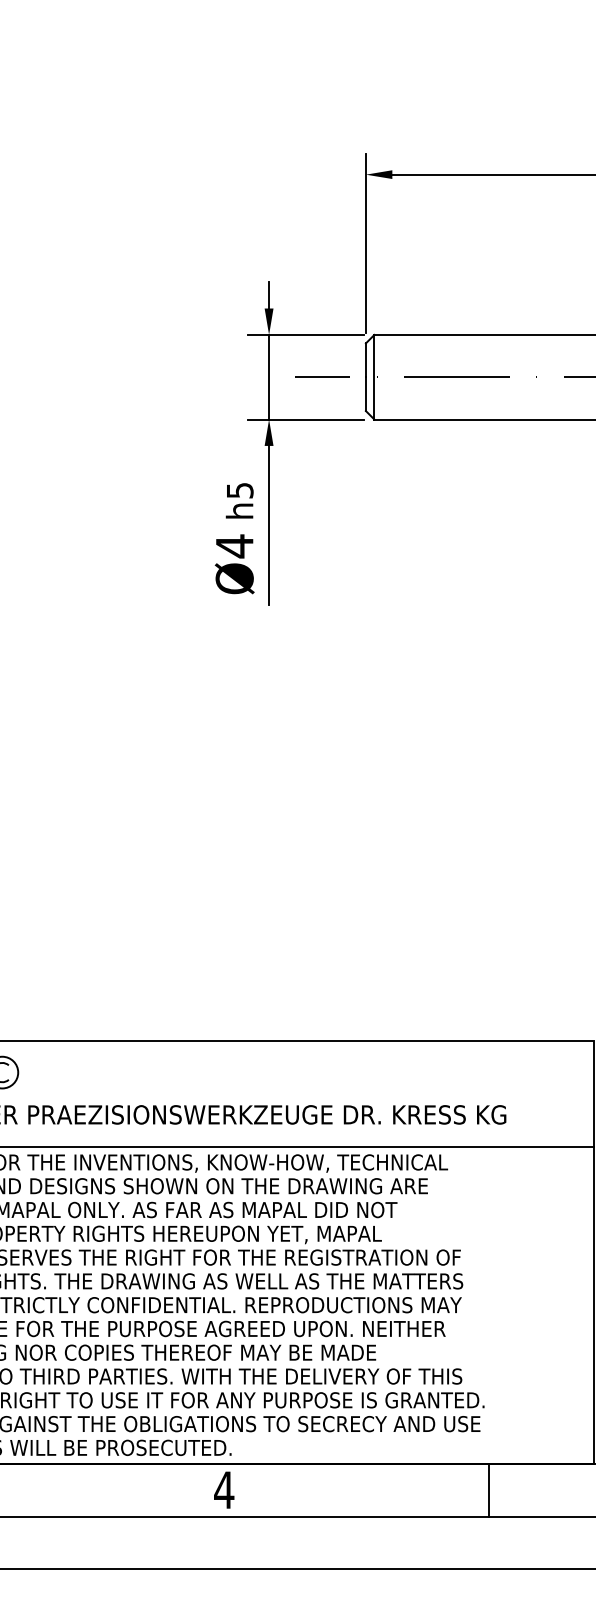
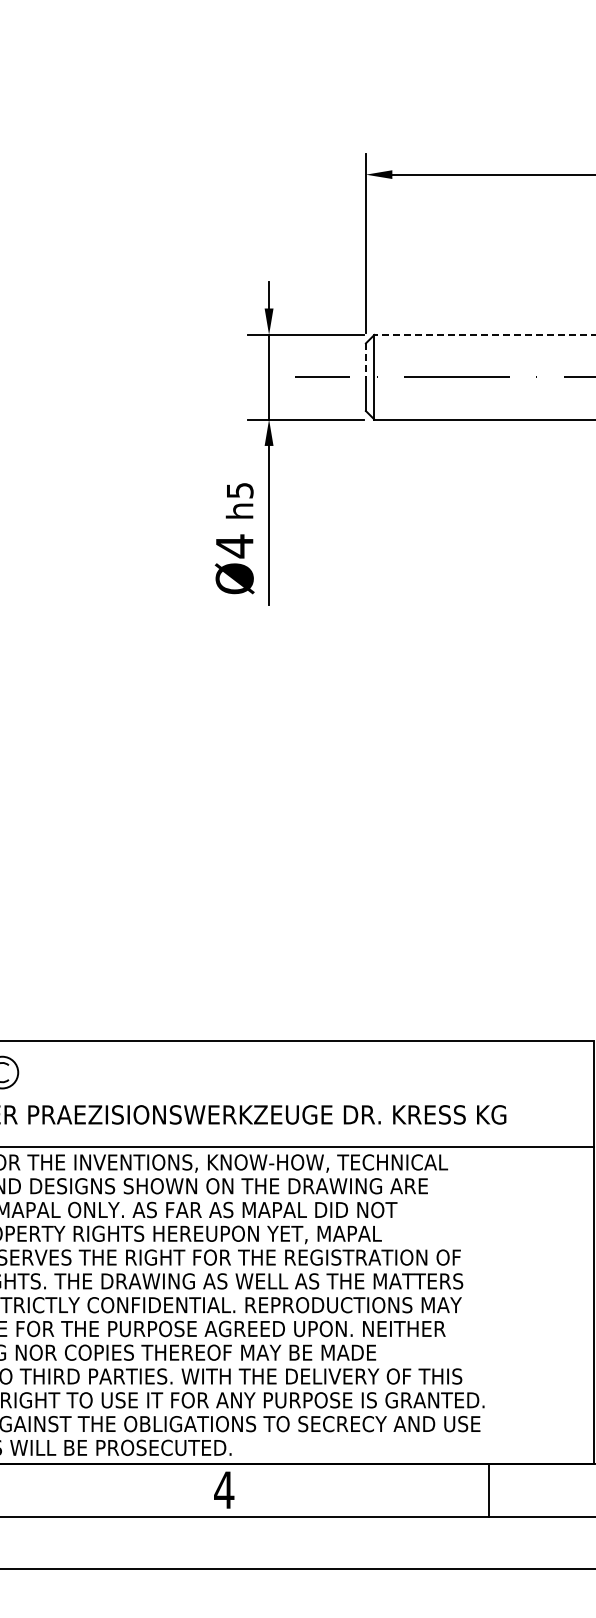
line at (484, 334): solid -> dashed
line at (365, 360): solid -> dashed
